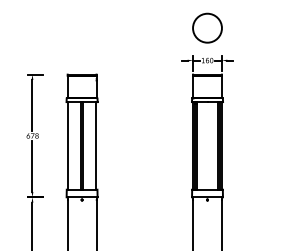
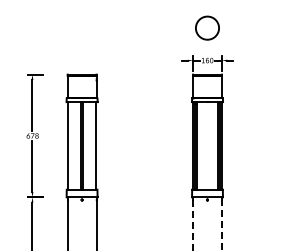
circle at (207, 27) size: 31x32 px -> 25x26 px
line at (193, 225): solid -> dashed
line at (221, 225): solid -> dashed
